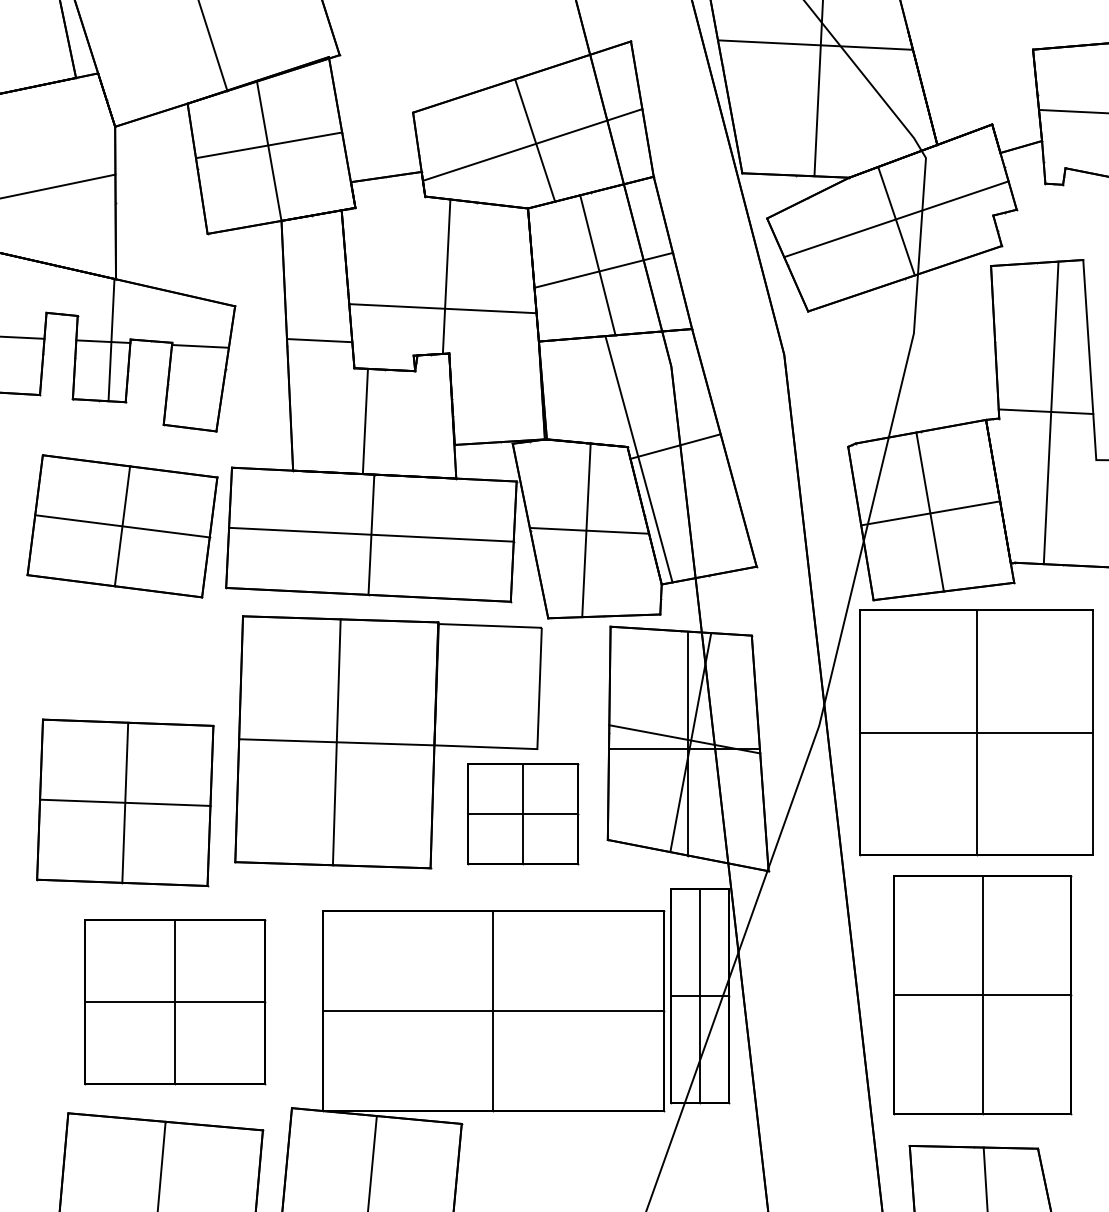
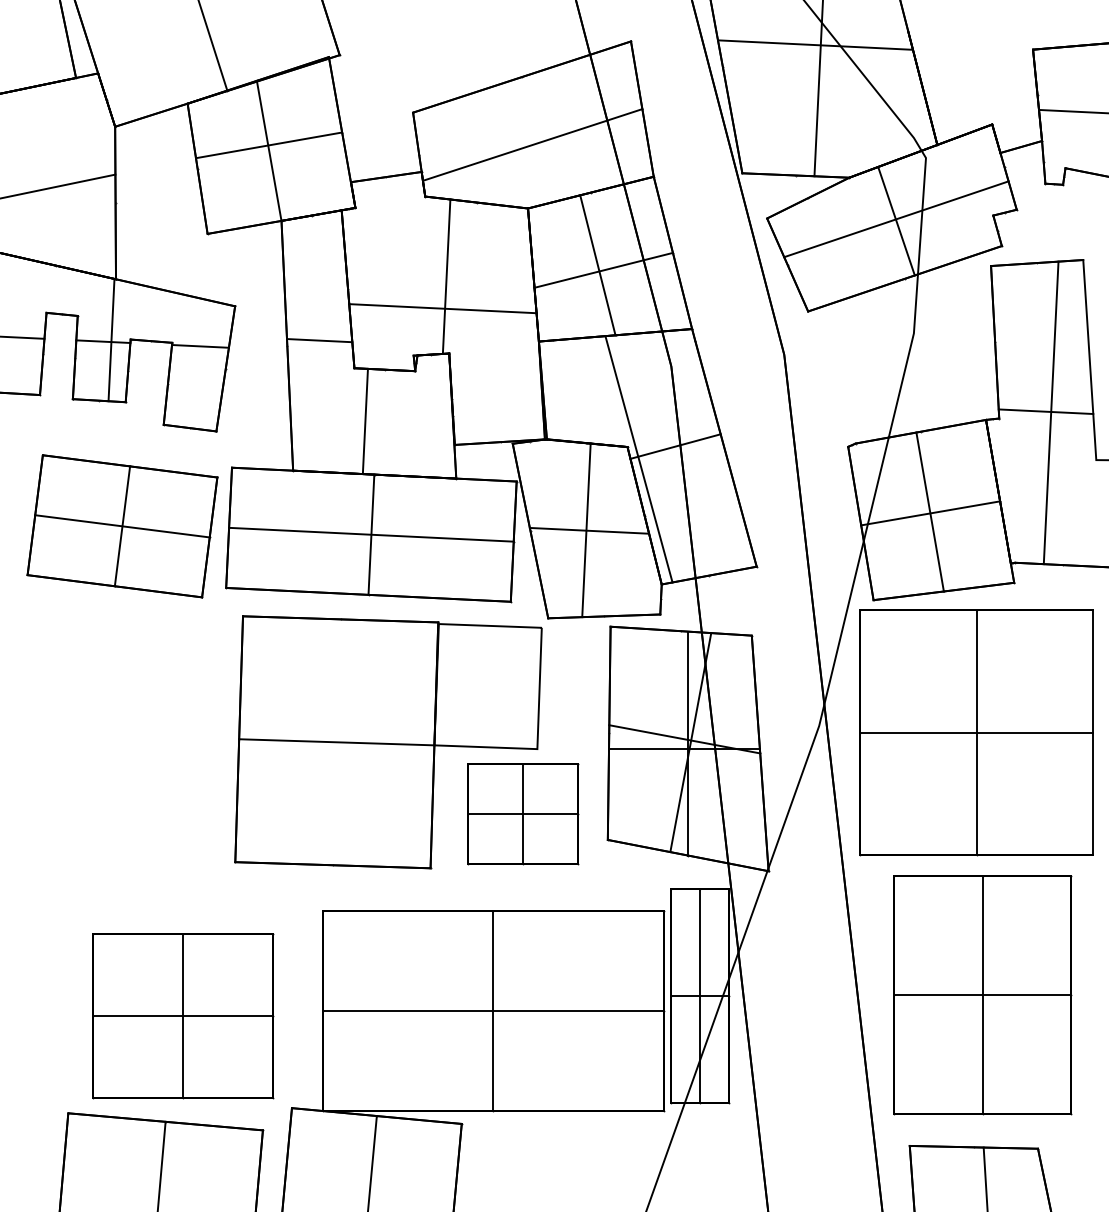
line at (535, 140): present -> none
line at (336, 742): present -> none
part at (125, 802): present -> none
part at (175, 1002) position: (175, 1002) -> (183, 1016)
